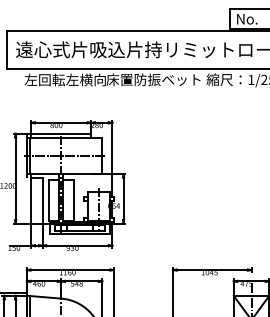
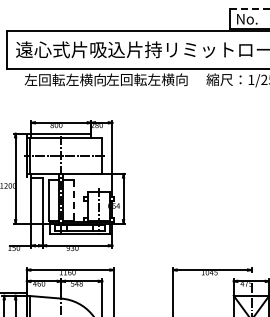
line at (250, 9): solid -> dashed
text at (153, 79): 床置防振ベット -> 左回転左横向
line at (74, 201): solid -> dashed
